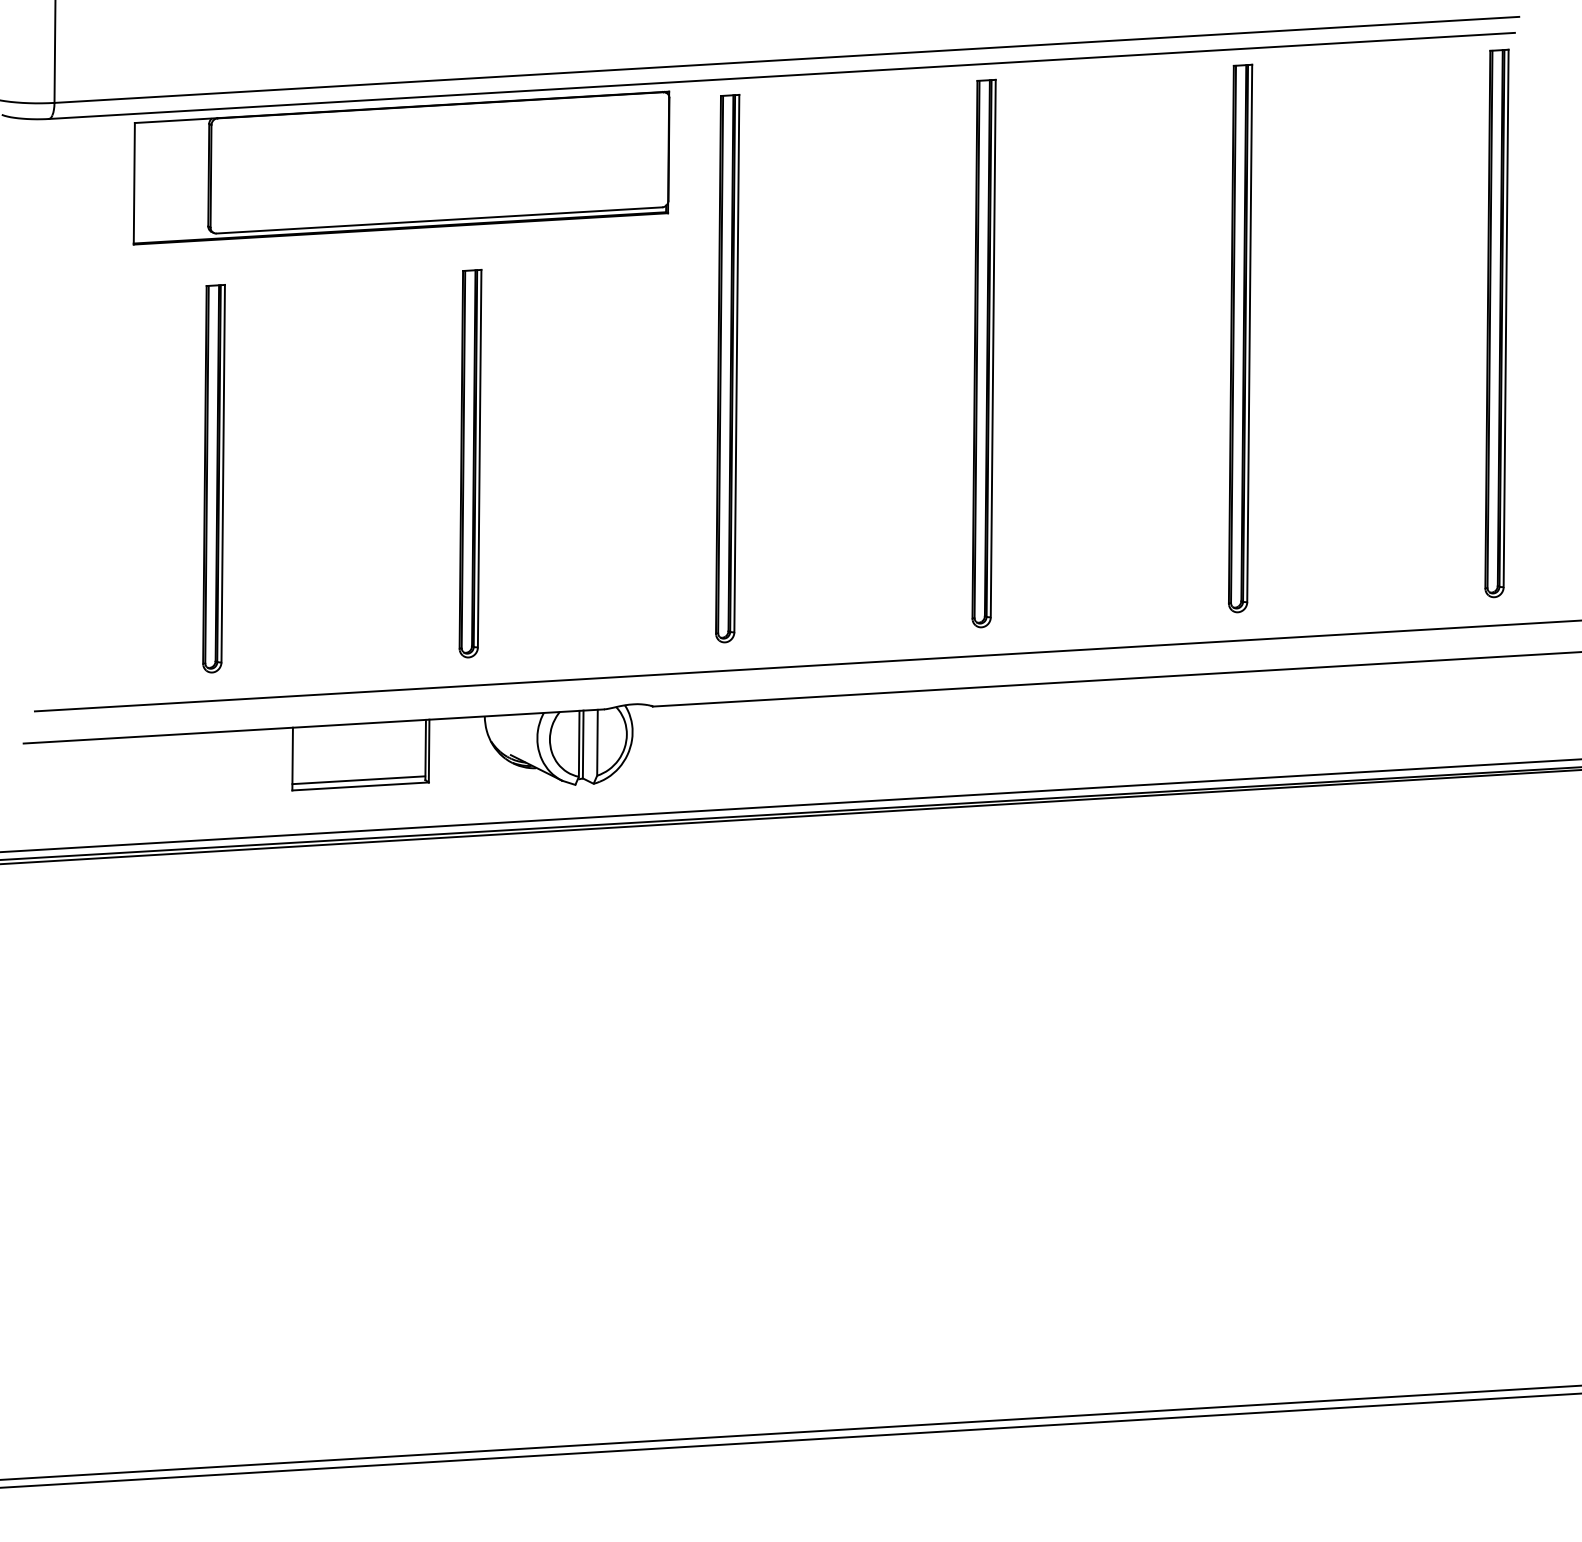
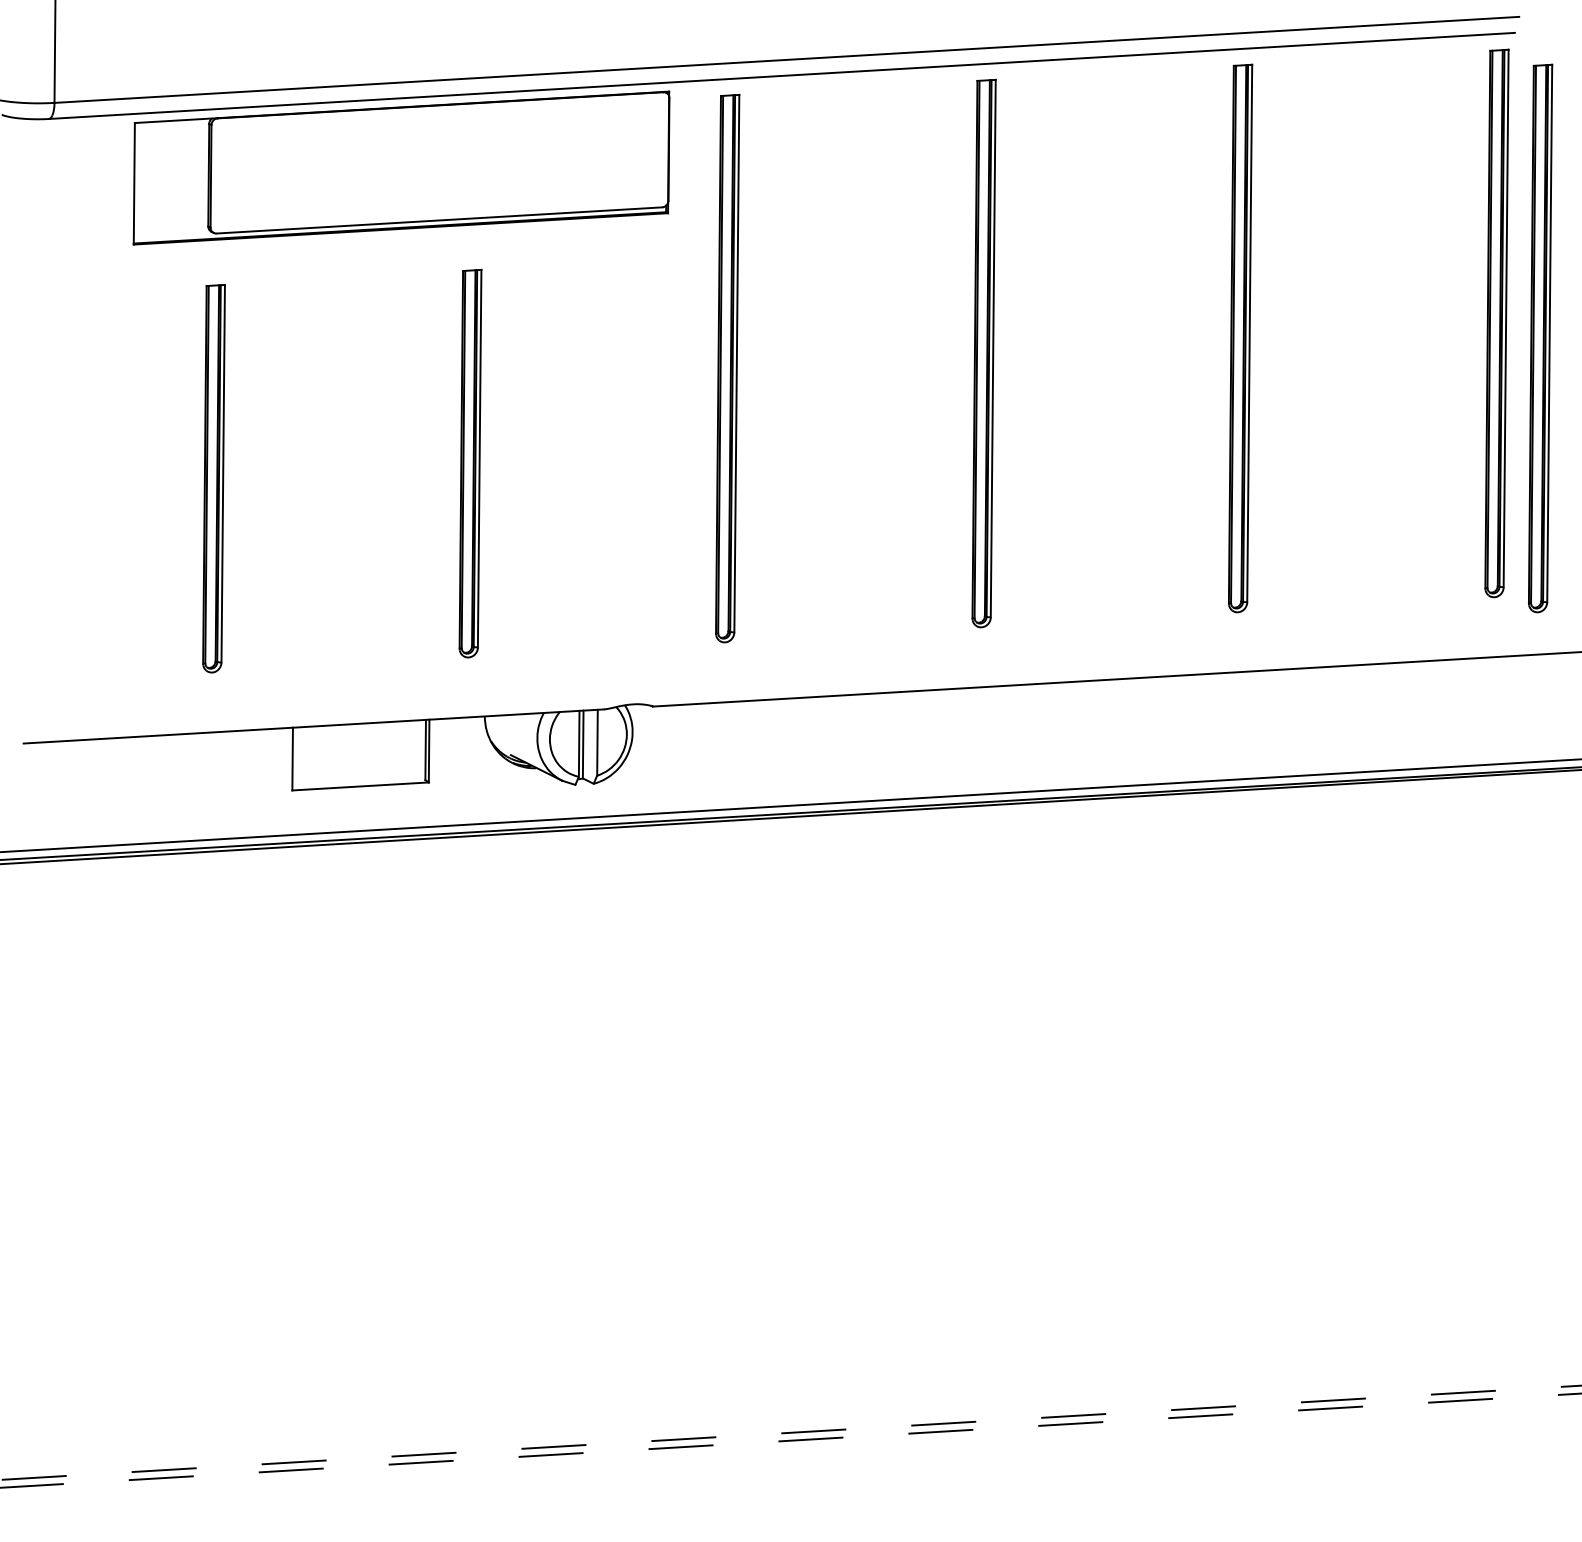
part at (1540, 338): none -> present
line at (806, 665): present -> none
line at (358, 780): present -> none
line at (790, 1432): solid -> dashed
line at (791, 1440): solid -> dashed
